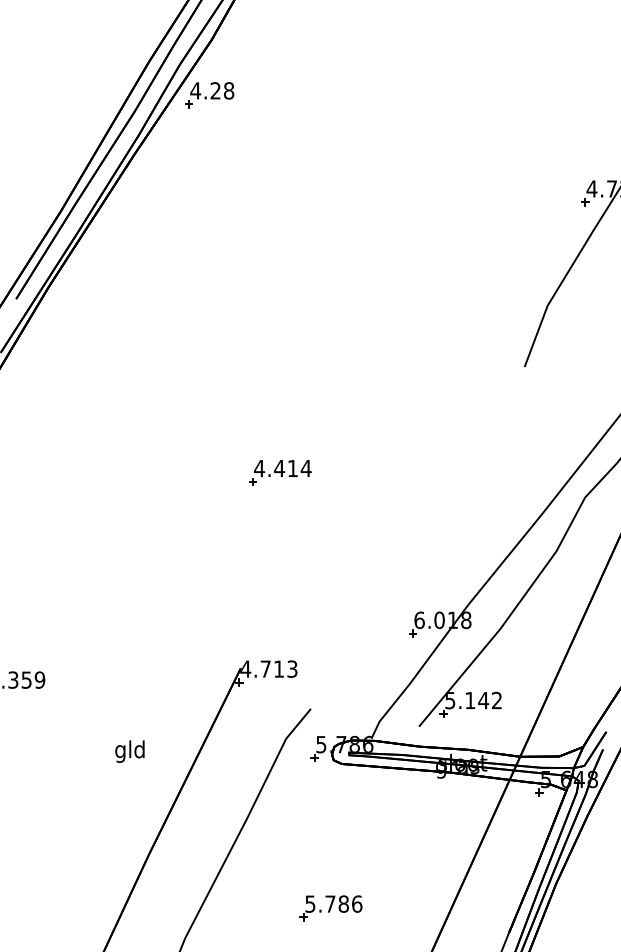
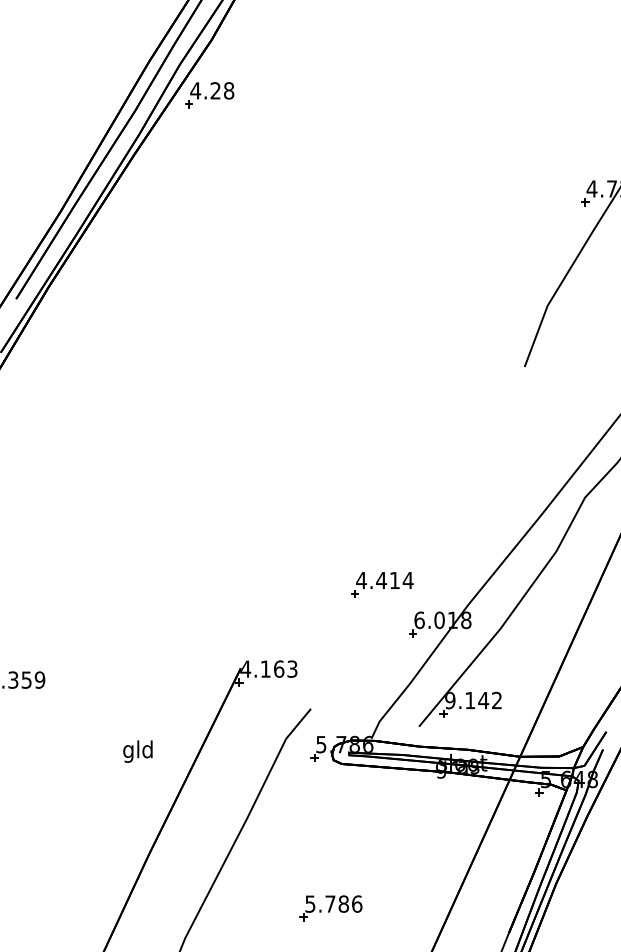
part at (280, 472) position: (280, 472) -> (382, 584)
text at (272, 668): 4.713 -> 4.163
text at (450, 699): 5.142 -> 9.142
text at (129, 751) position: (129, 751) -> (137, 751)
